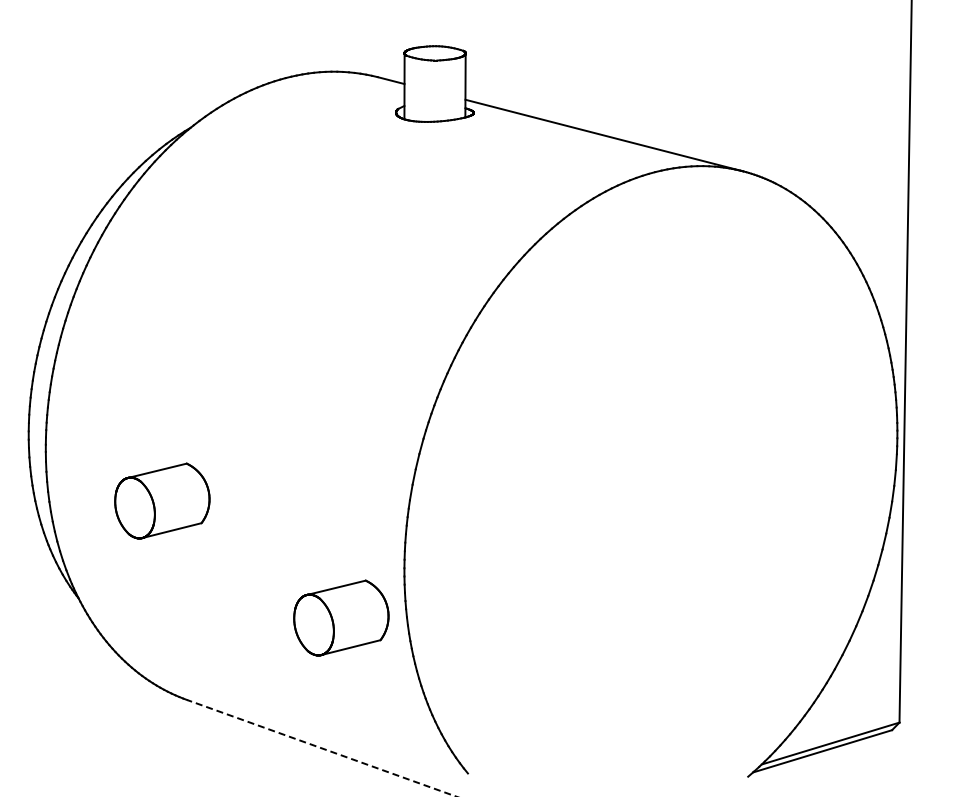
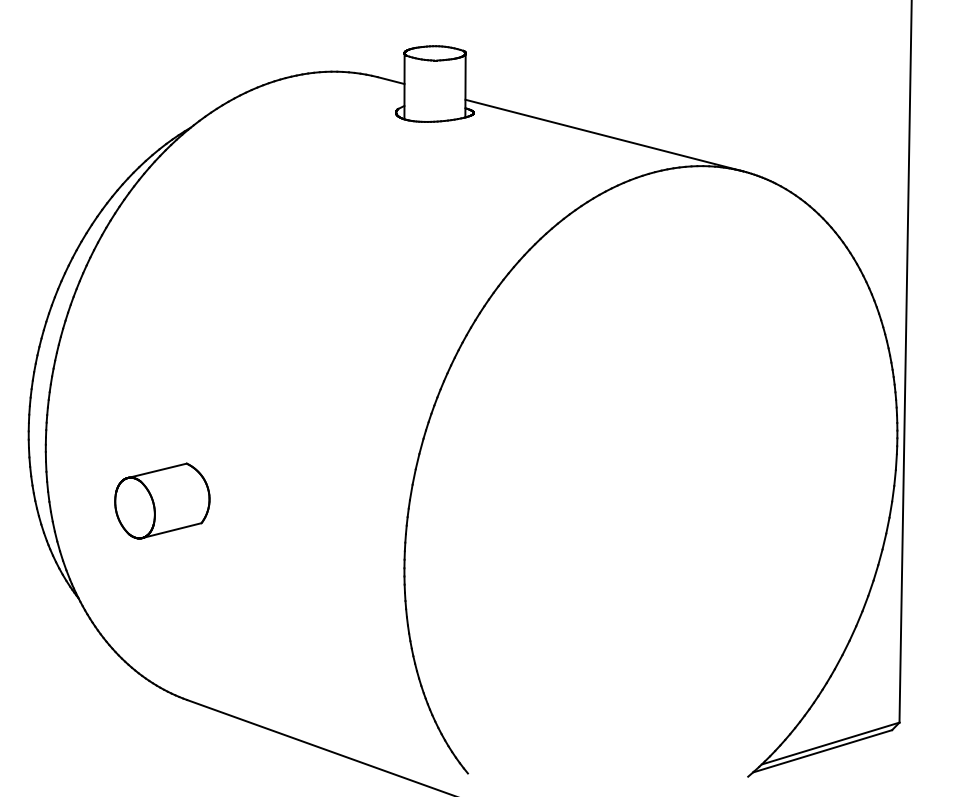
part at (341, 617): present -> none
line at (321, 748): dashed -> solid
